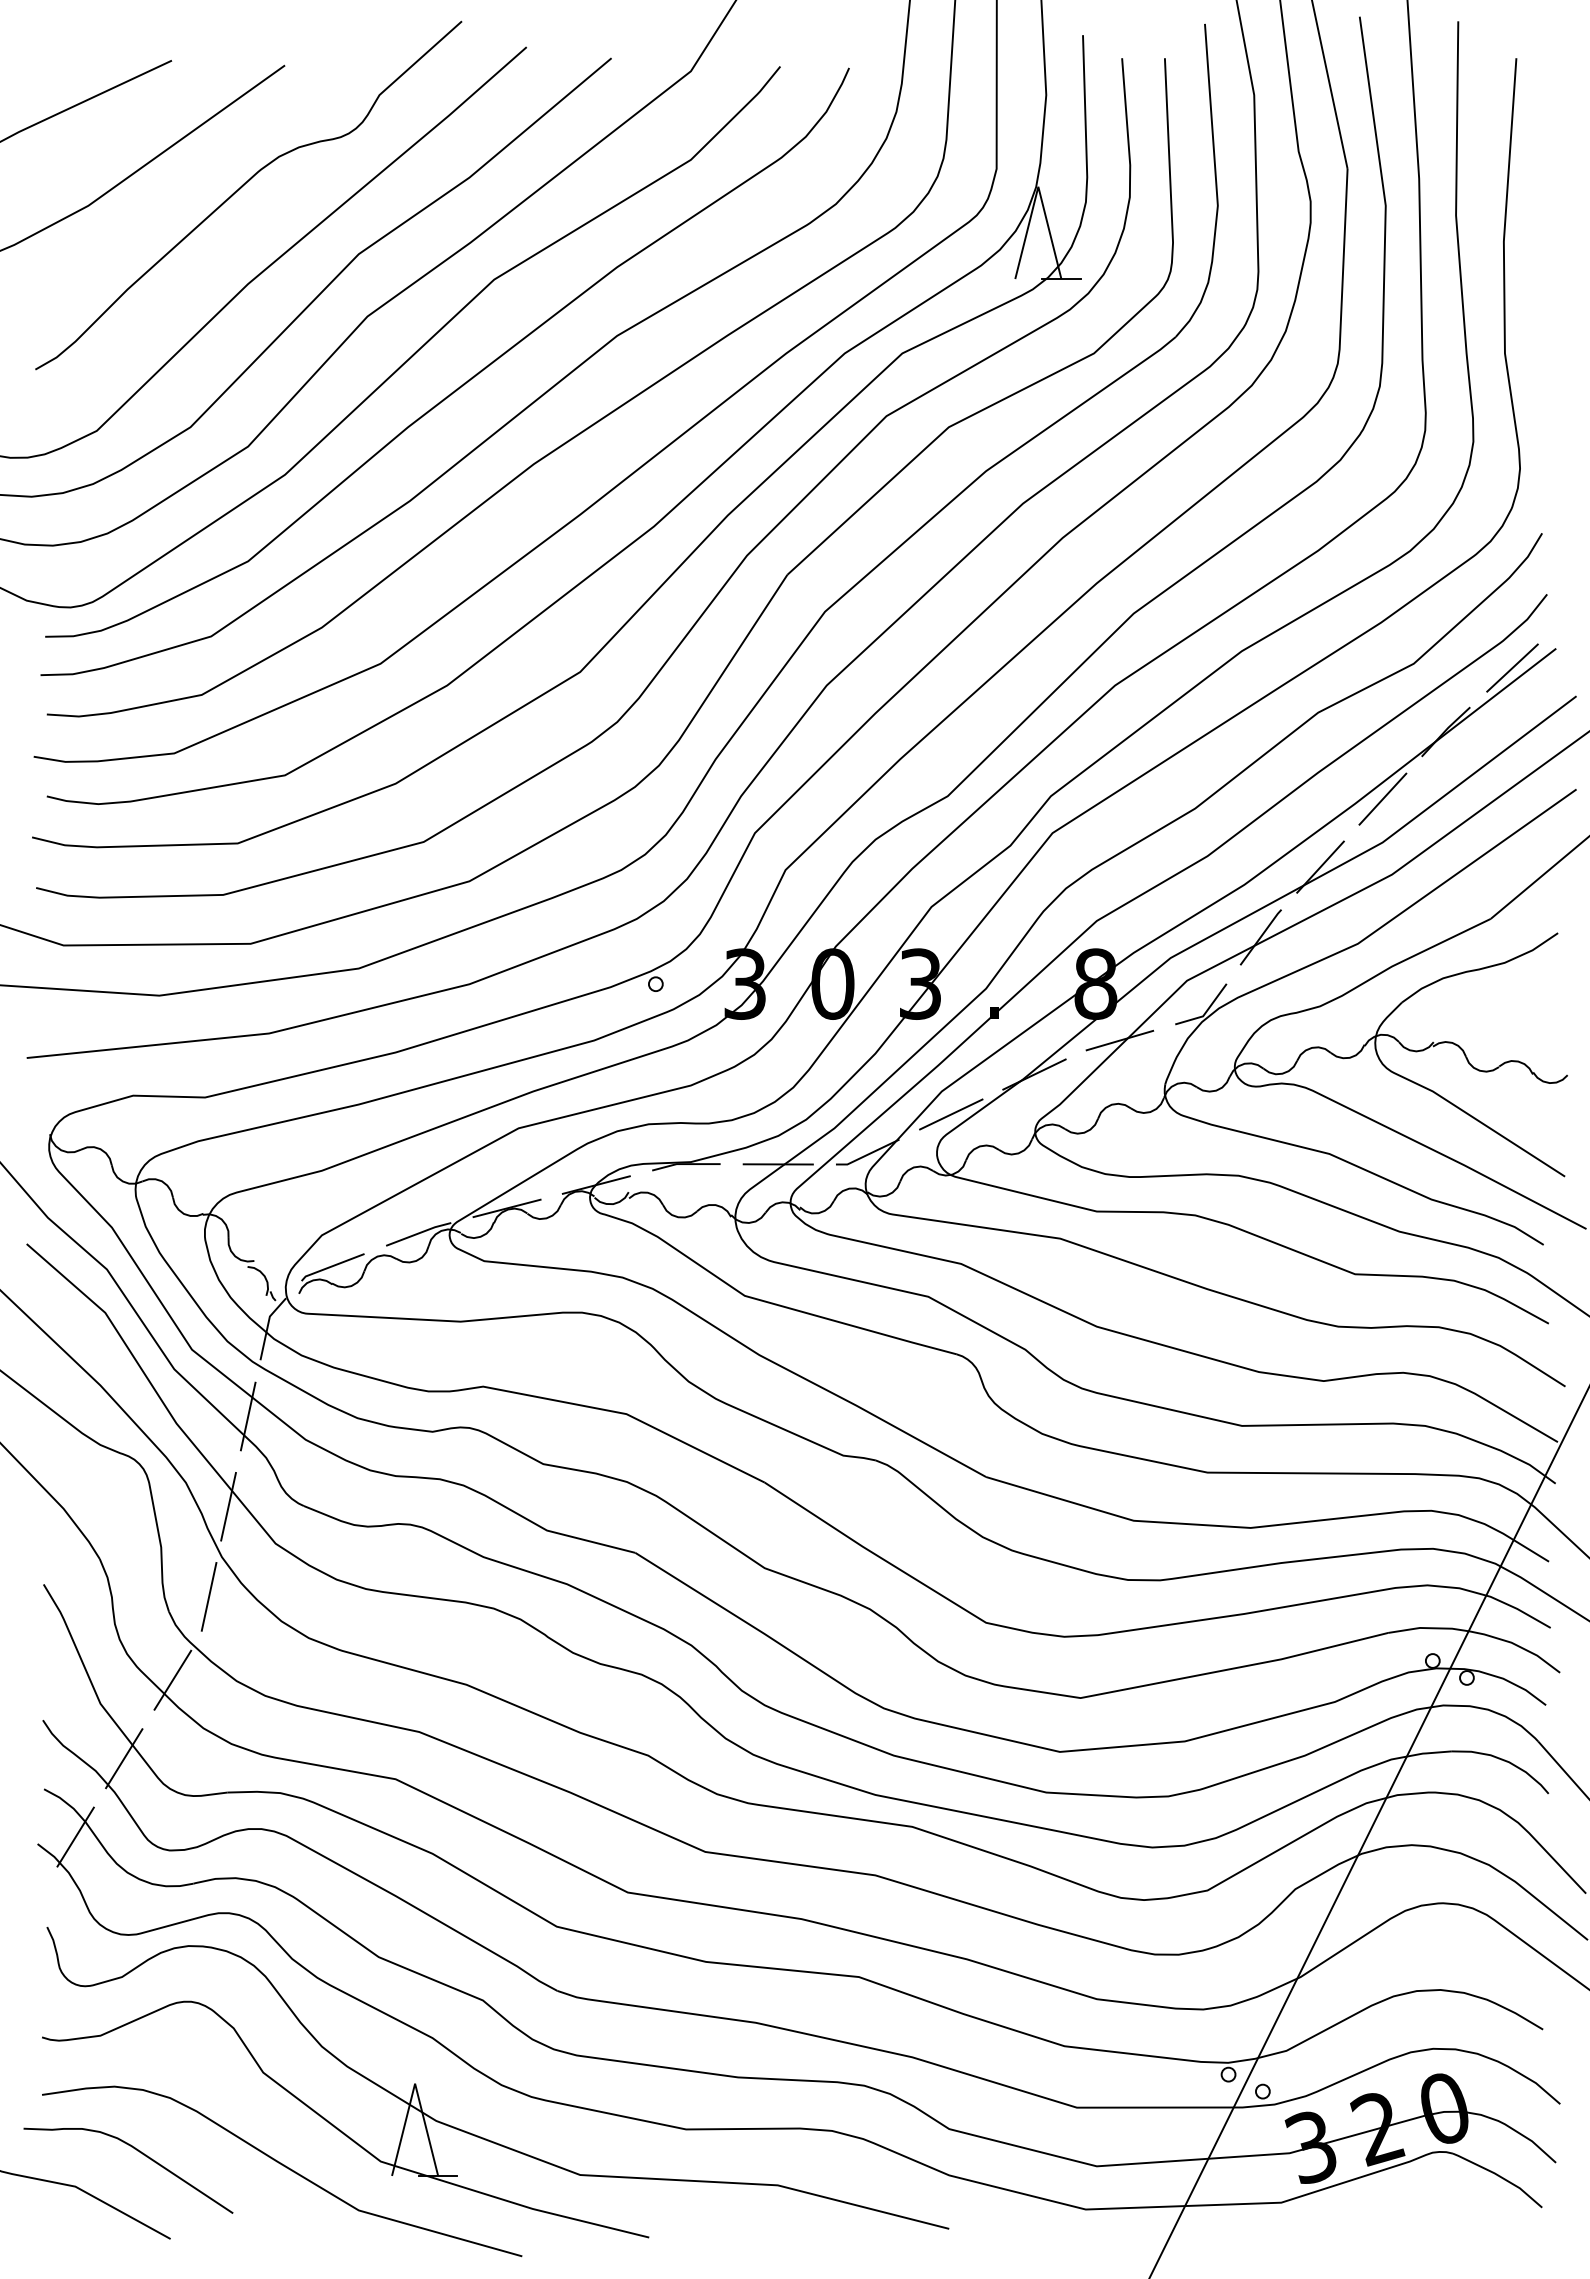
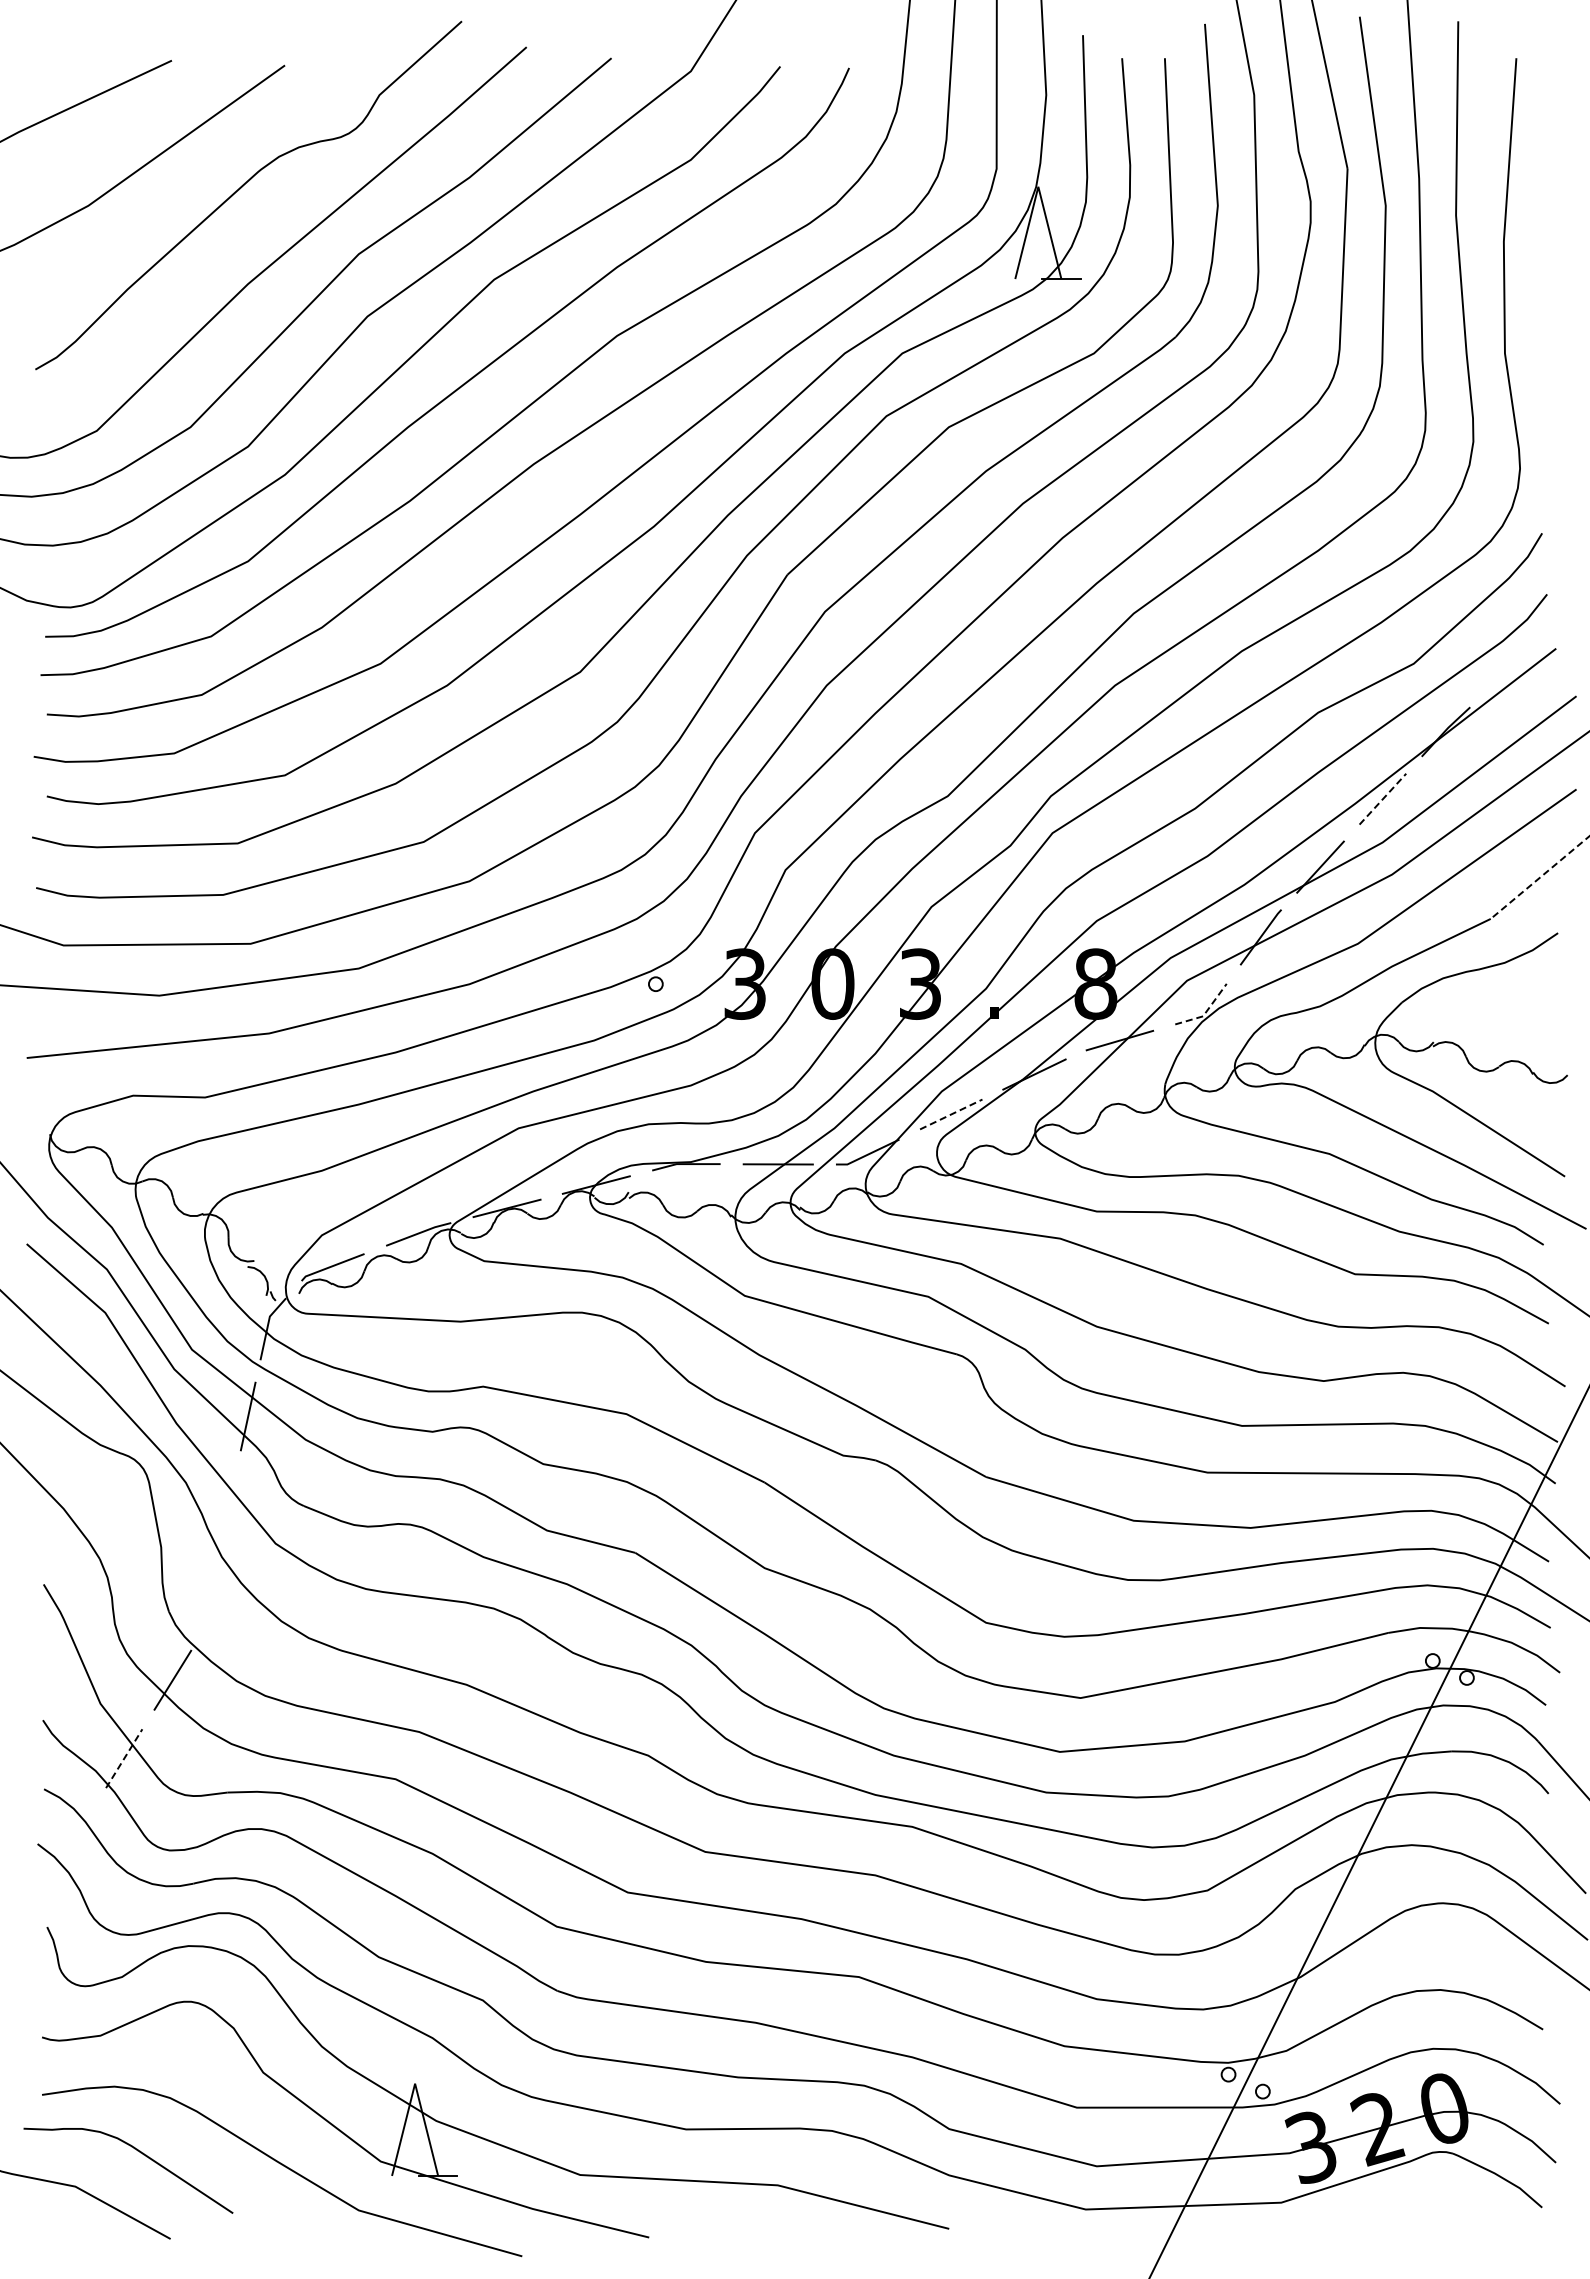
line at (1512, 667): present -> none
line at (1382, 799): solid -> dashed
line at (1539, 877): solid -> dashed
line at (1205, 1012): solid -> dashed
line at (951, 1114): solid -> dashed
line at (228, 1506): present -> none
line at (208, 1596): present -> none
line at (124, 1758): solid -> dashed
line at (75, 1836): present -> none
